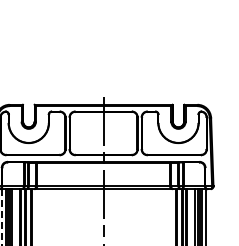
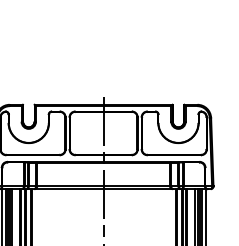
line at (1, 217): dashed -> solid
